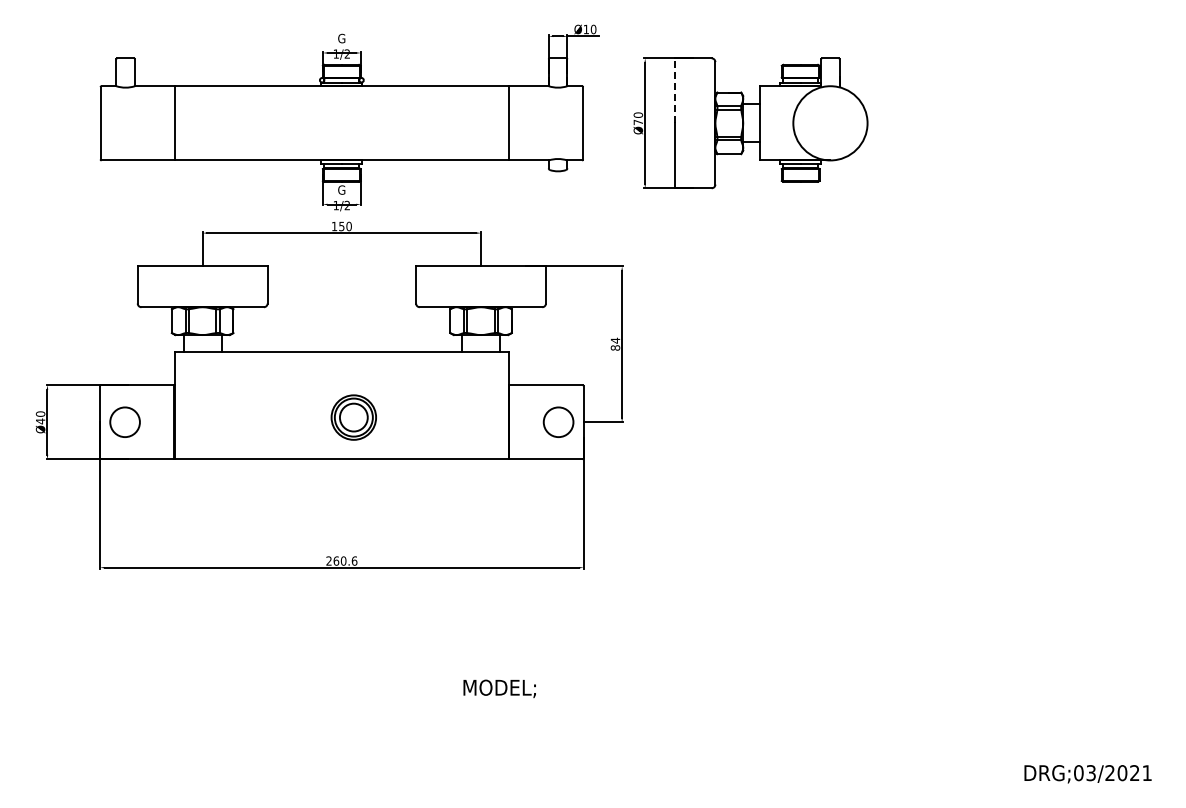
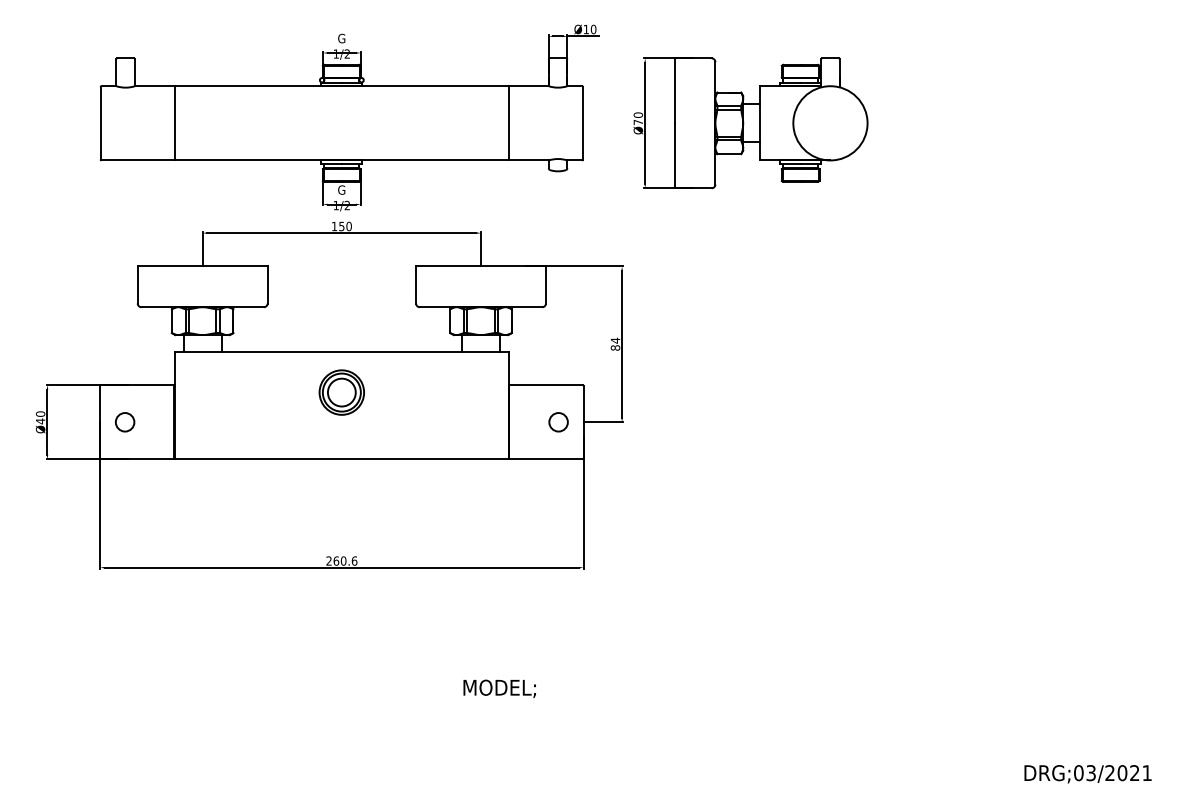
line at (674, 90): dashed -> solid
part at (353, 417) position: (353, 417) -> (341, 392)
circle at (124, 422) diameter: 30 px -> 19 px
circle at (558, 422) diameter: 30 px -> 19 px
